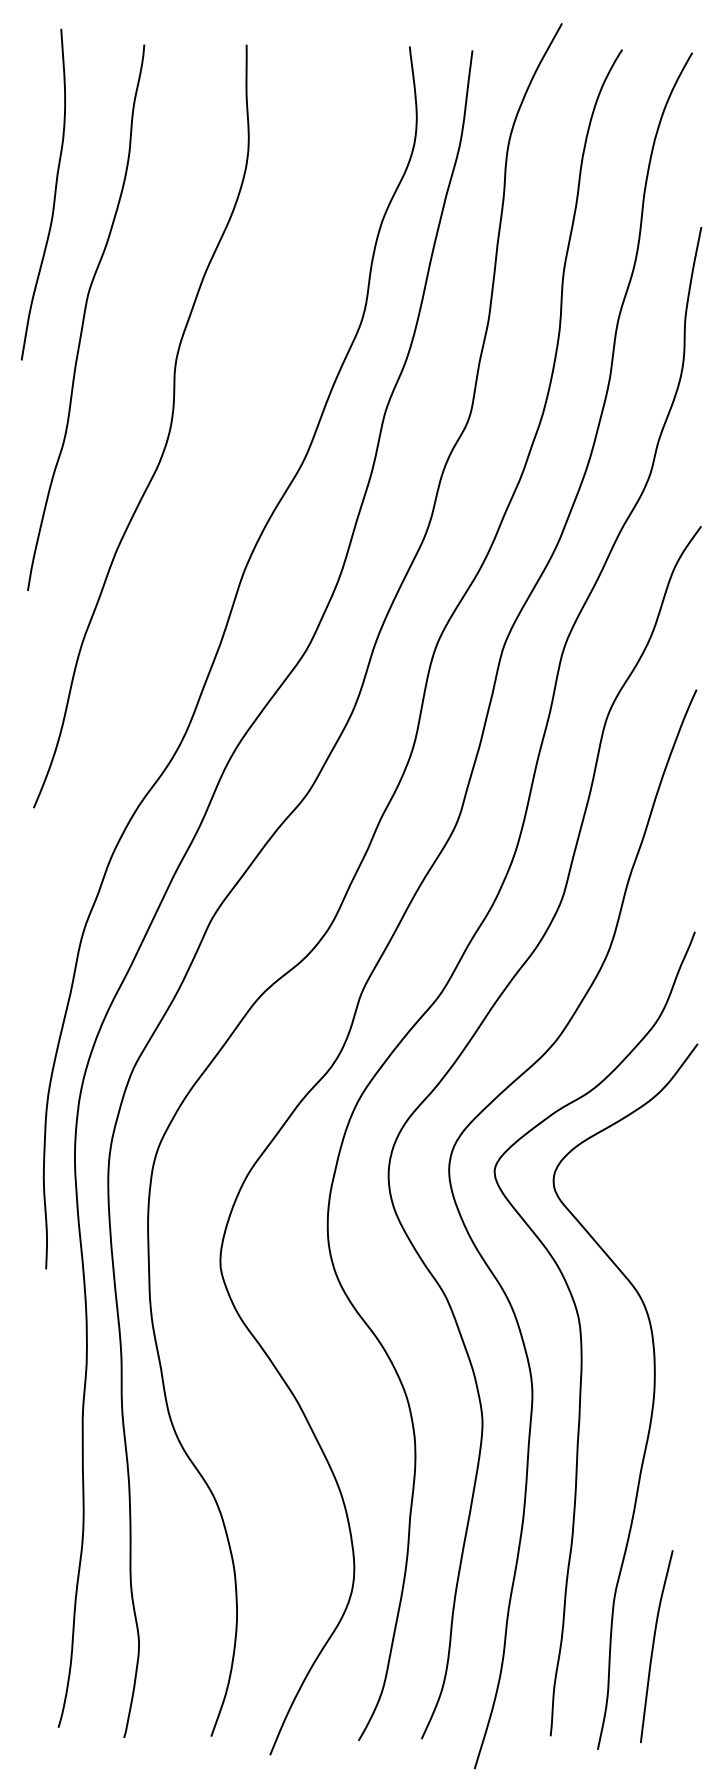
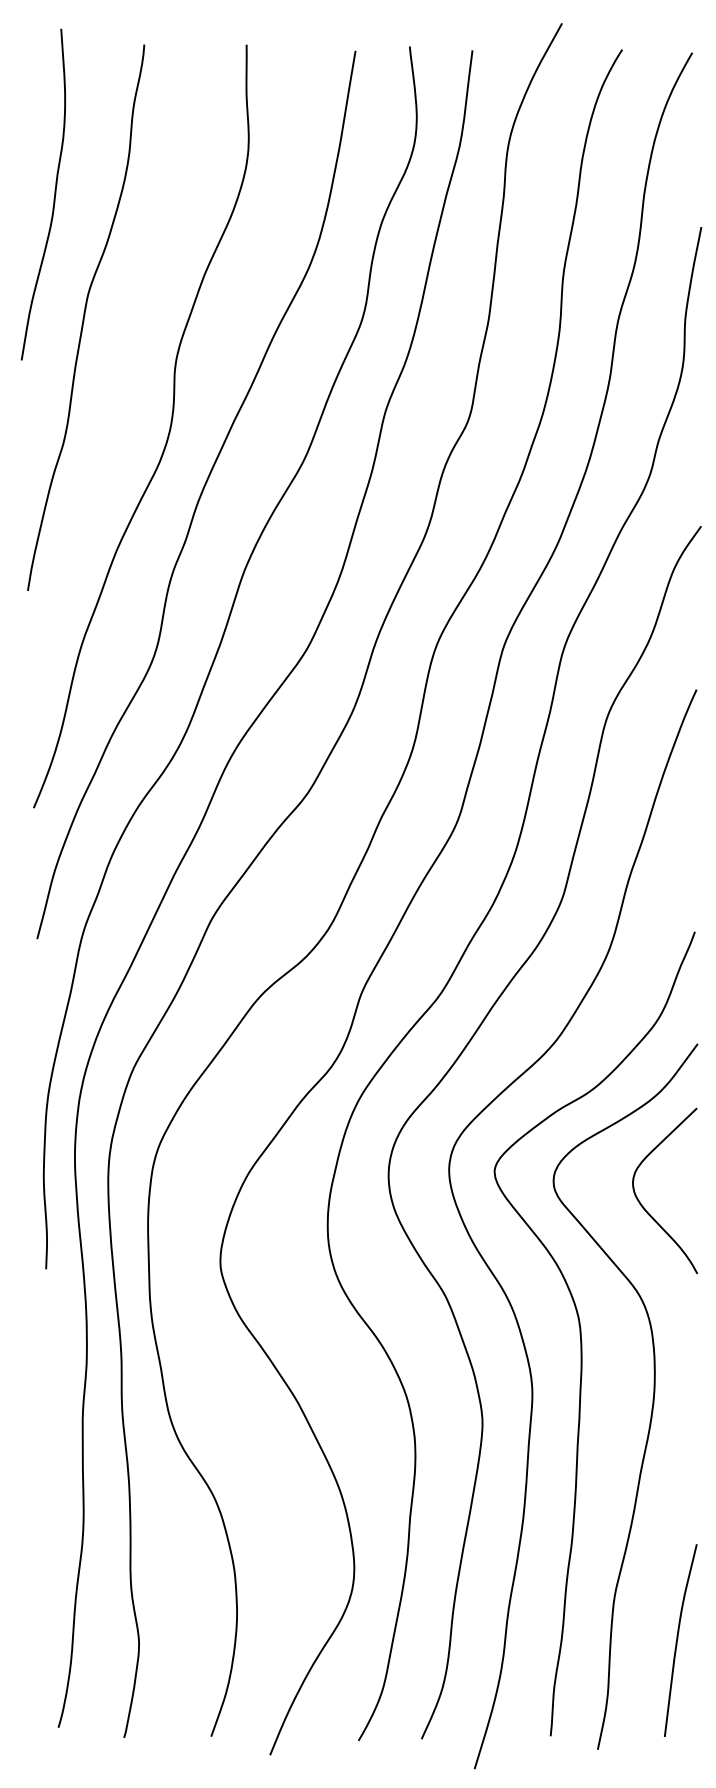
curve at (199, 495): none -> present
curve at (642, 1204): none -> present
curve at (654, 1644) position: (654, 1644) -> (678, 1638)
